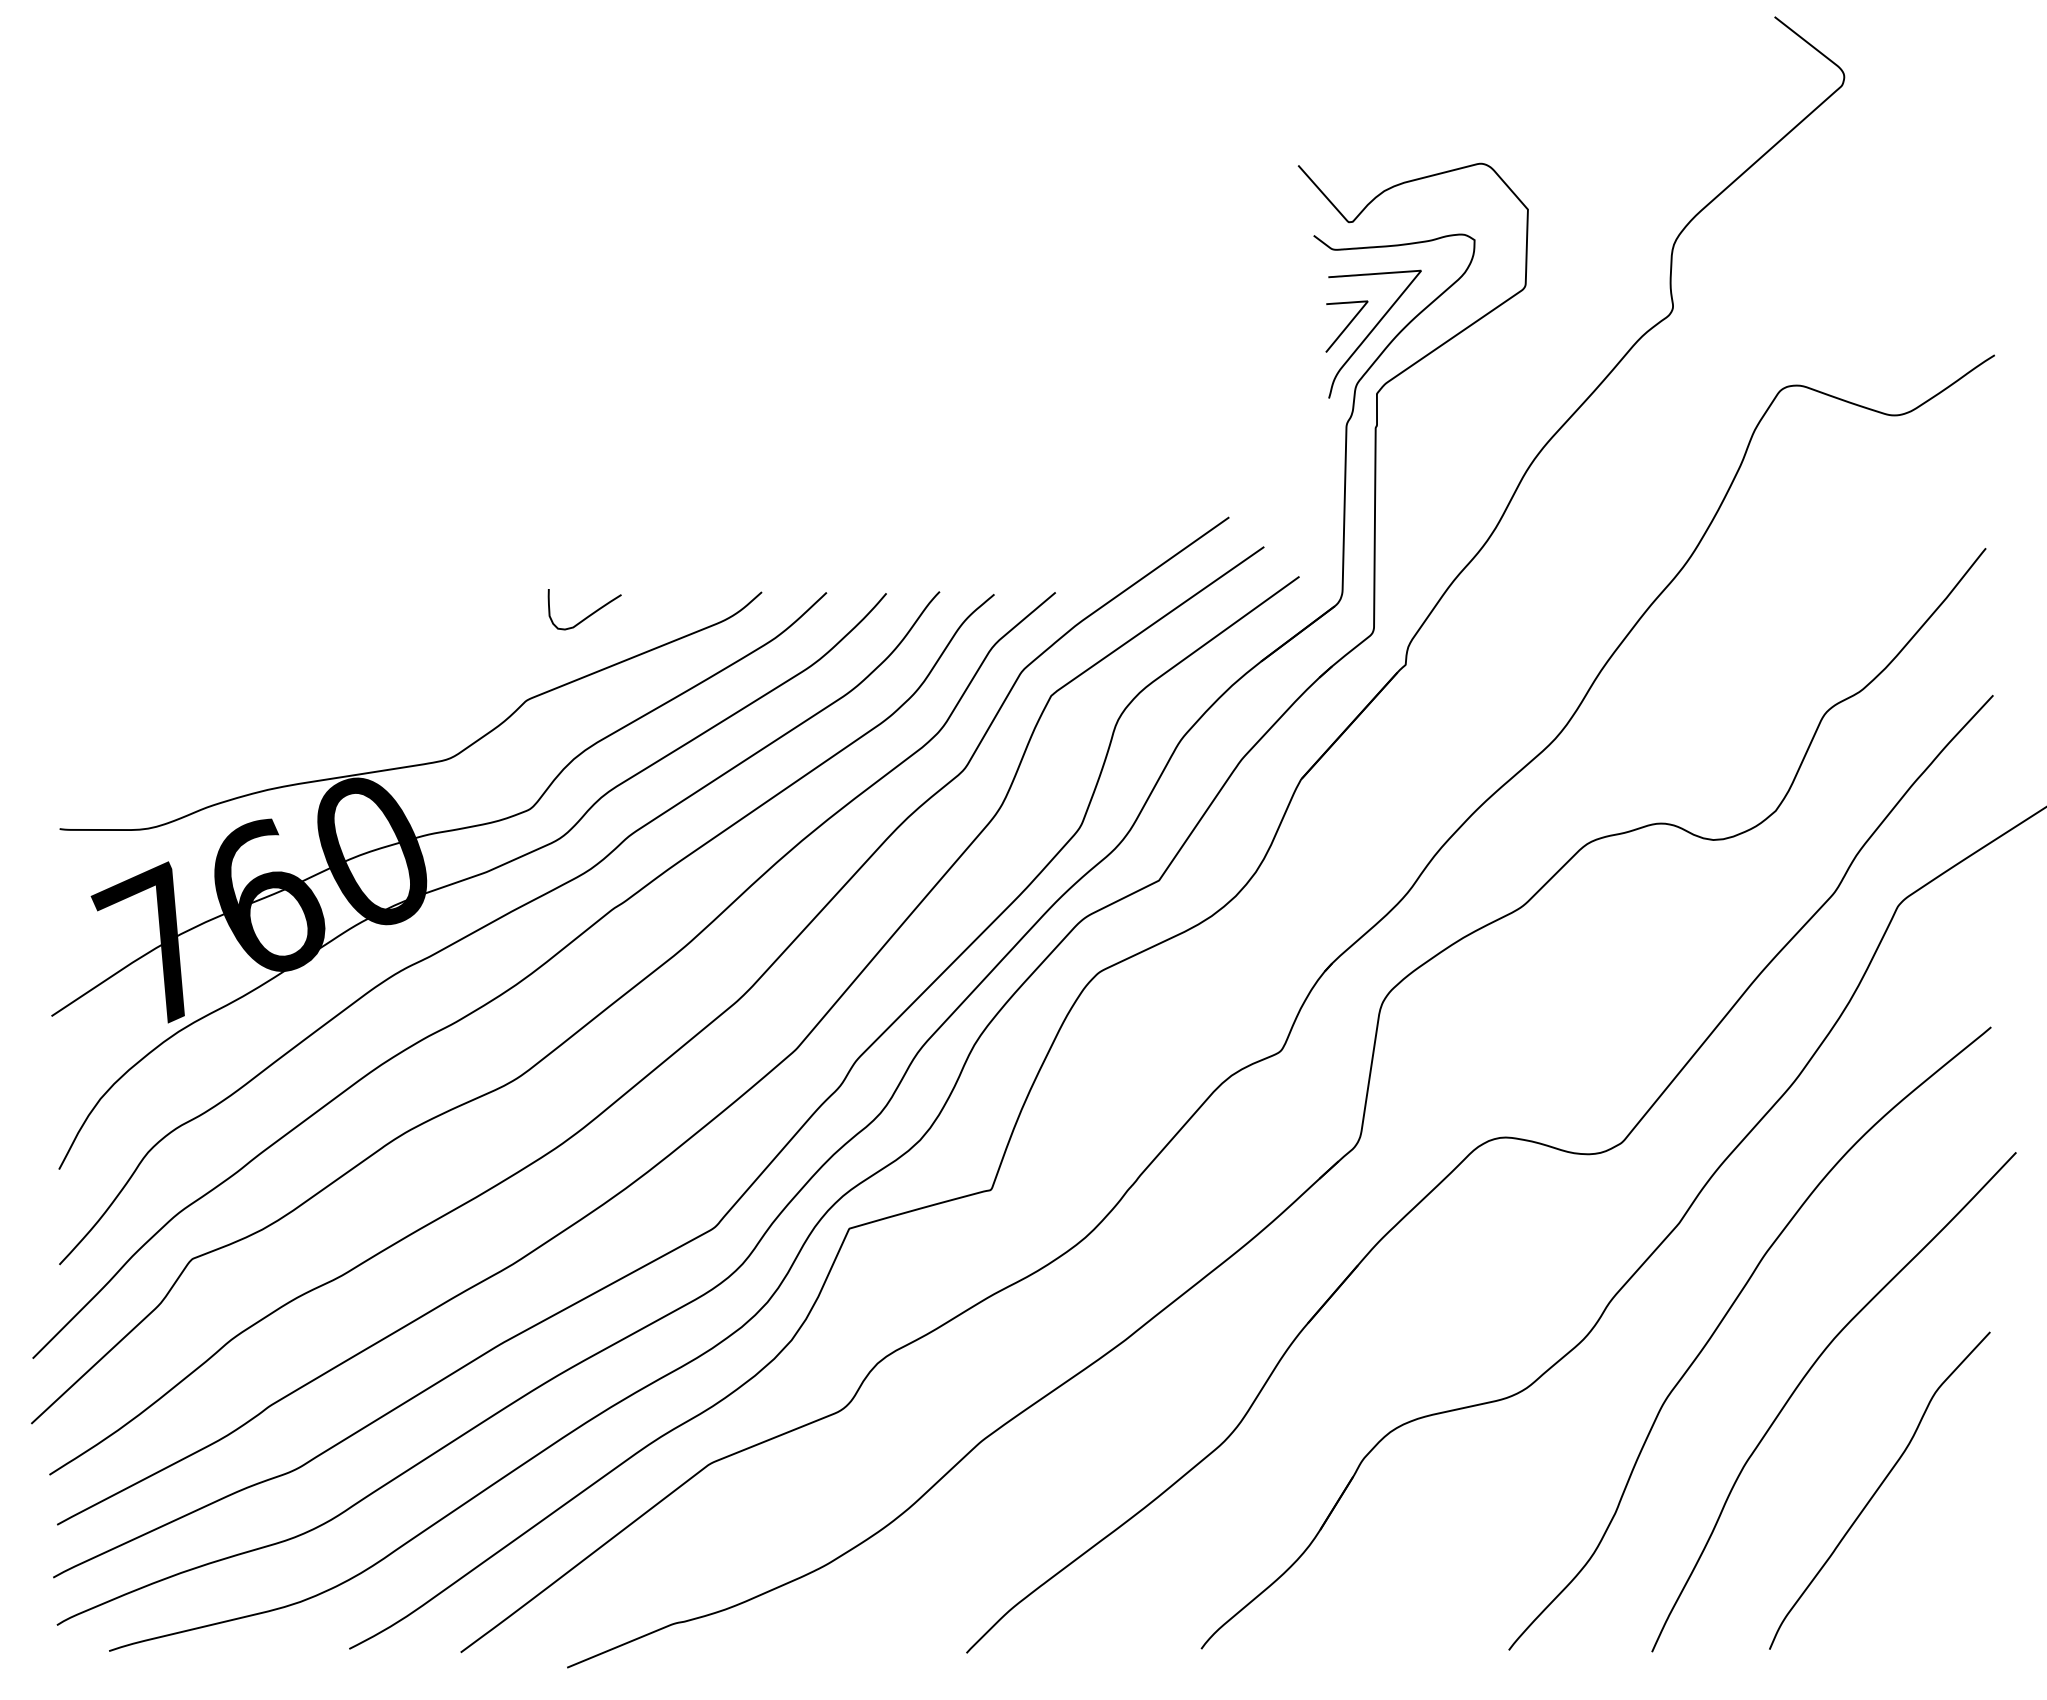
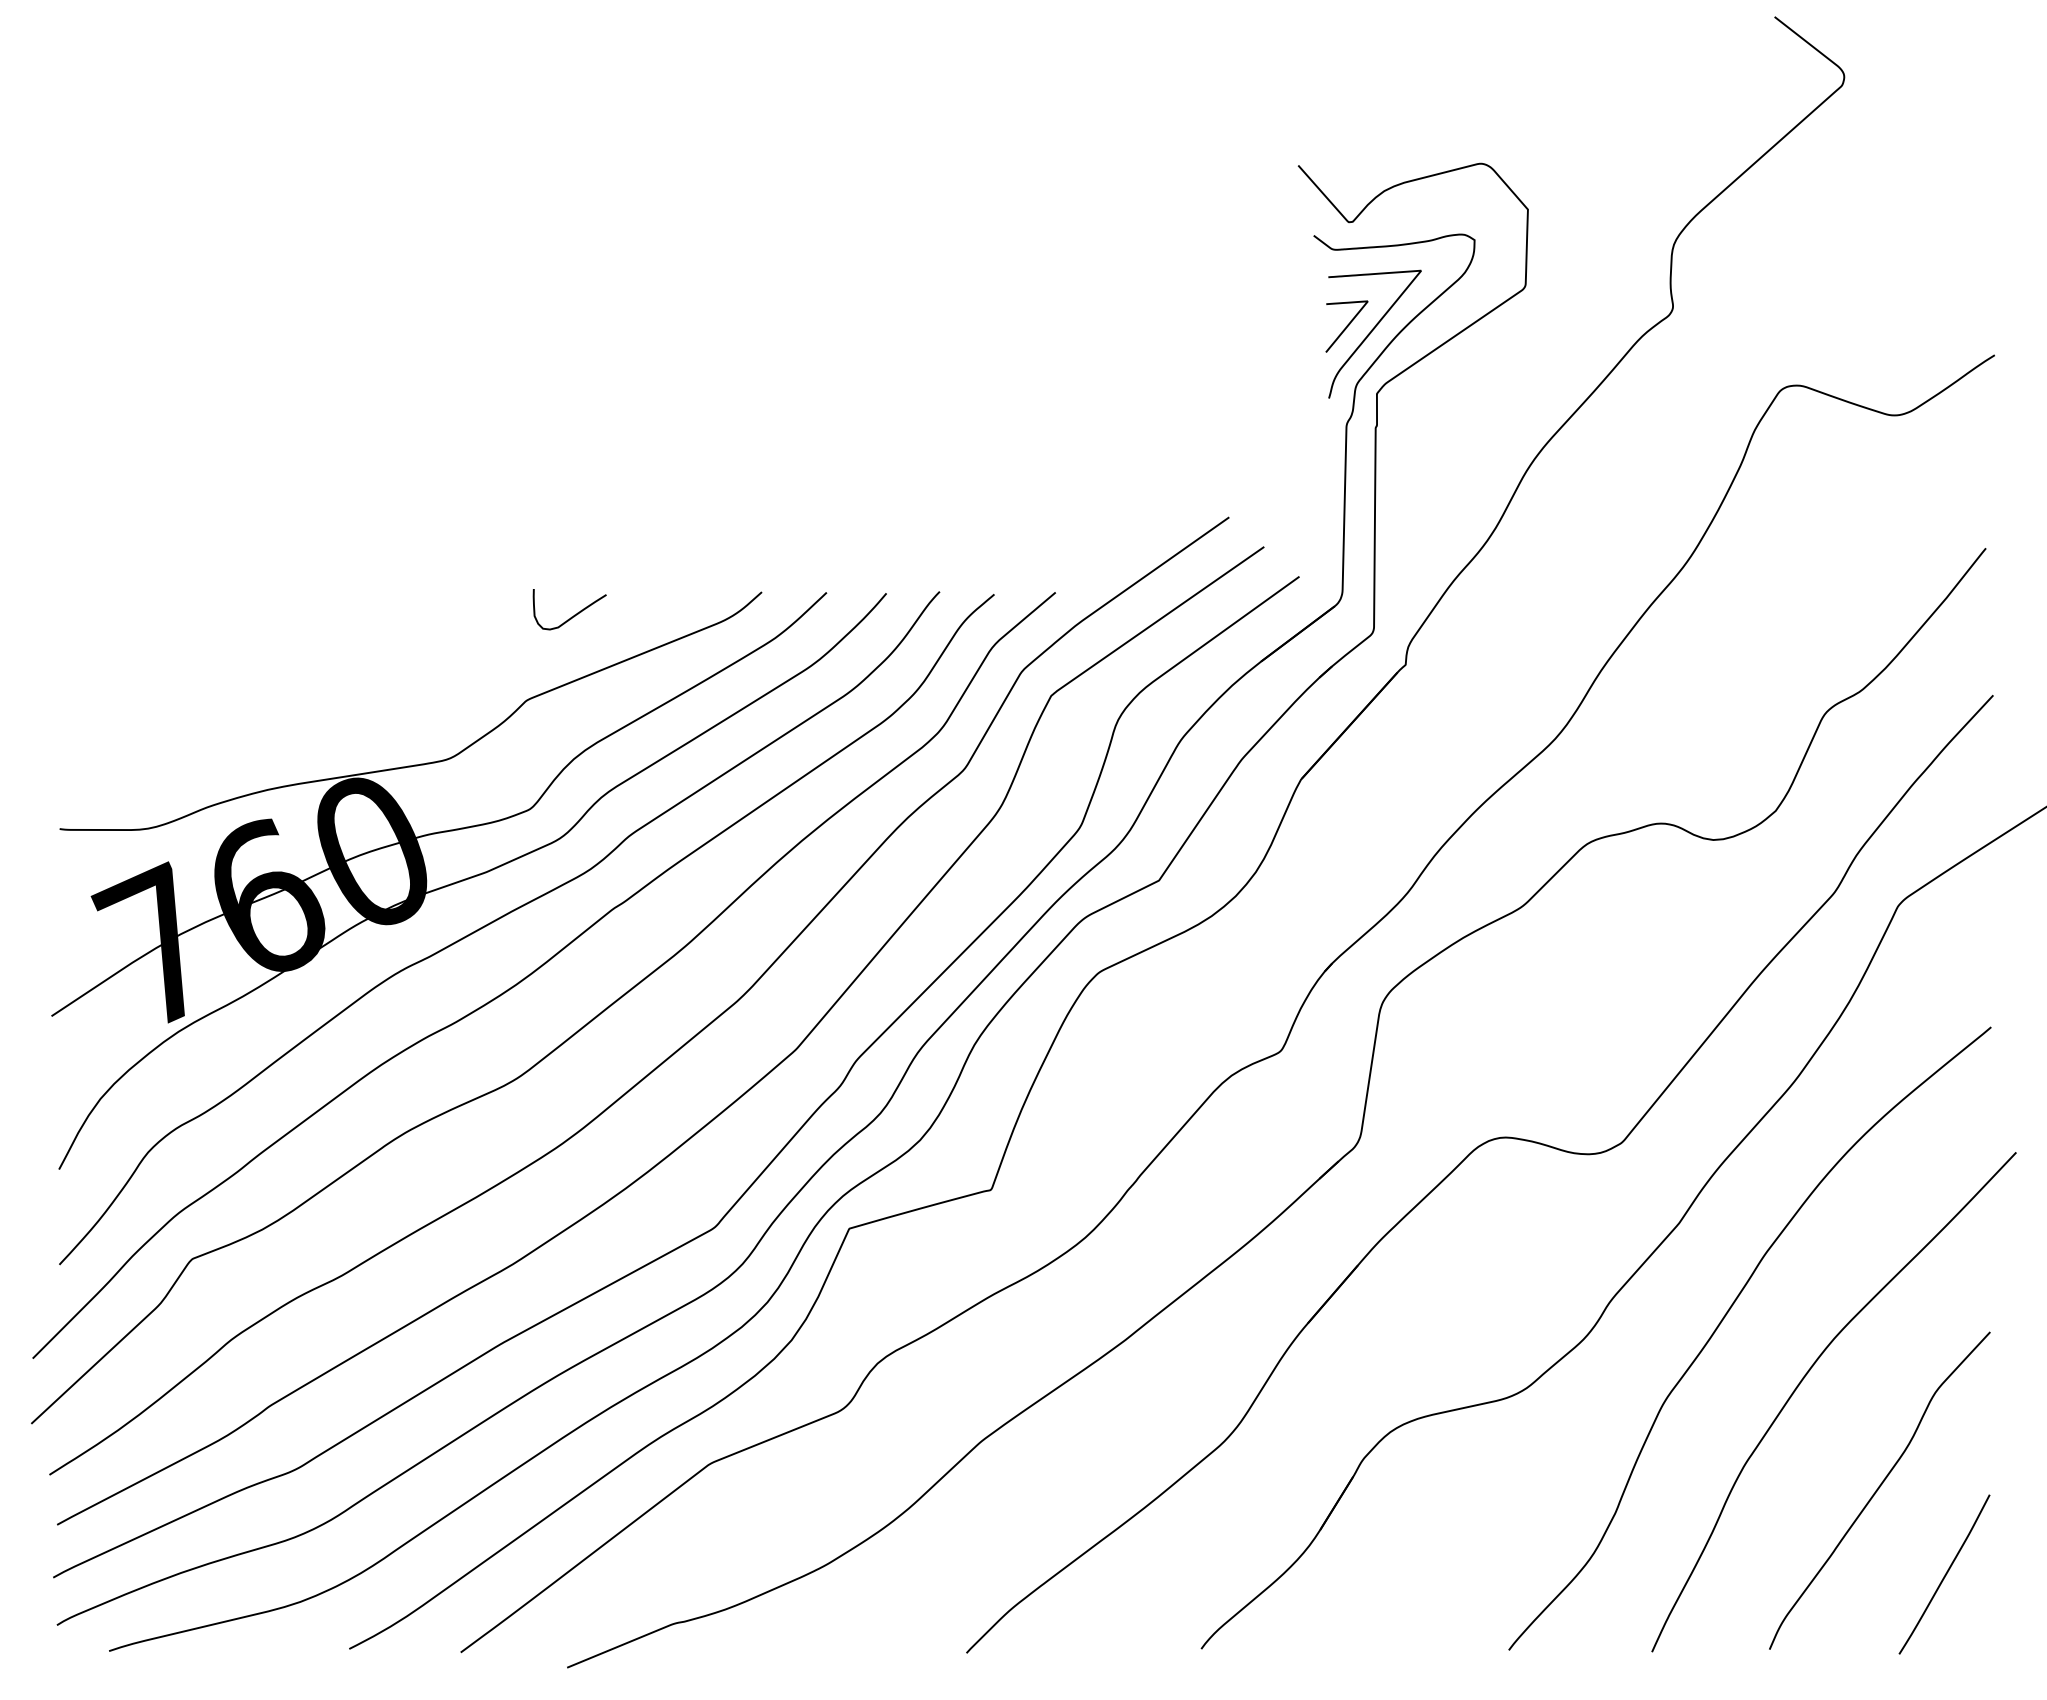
curve at (589, 614) position: (589, 614) -> (574, 614)
curve at (1944, 1574): none -> present
